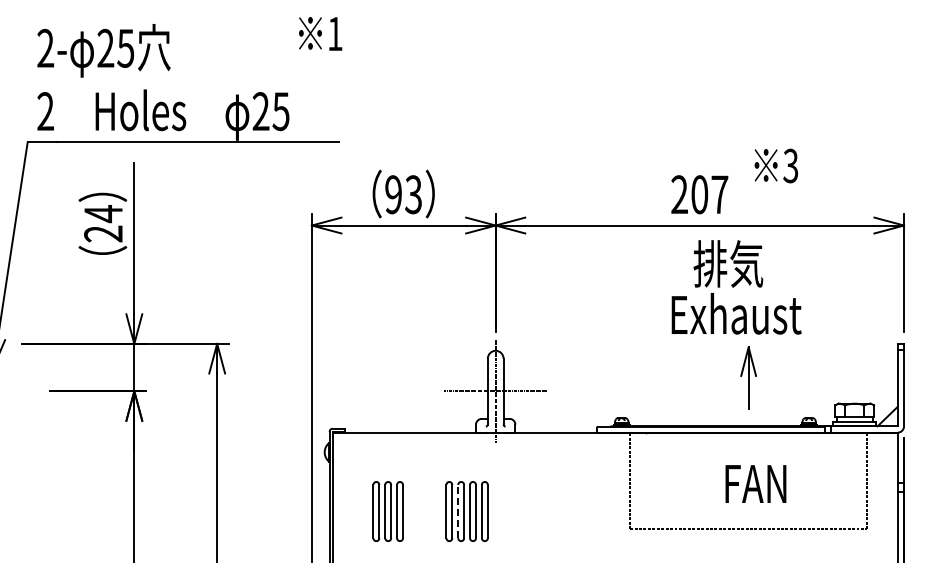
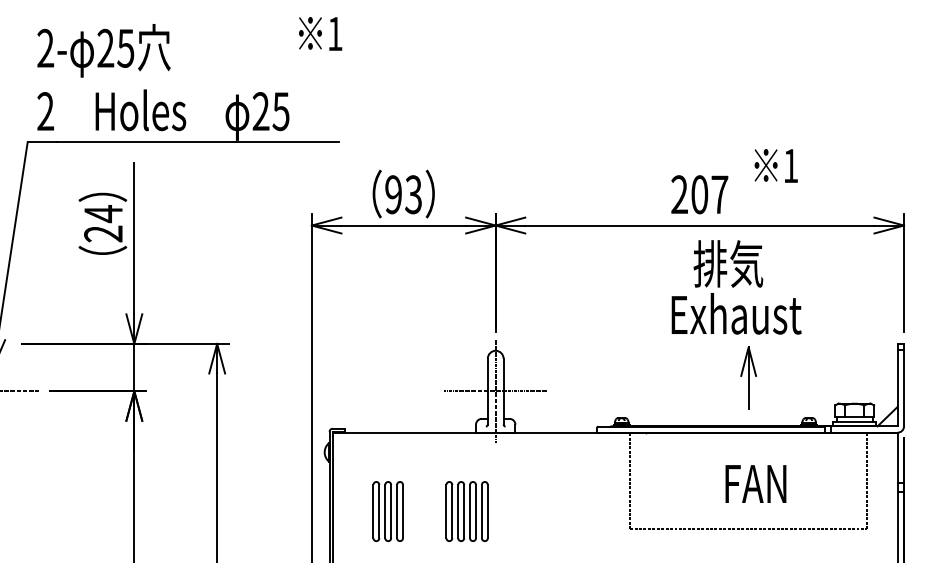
text at (790, 165): 3 -> 1
line at (20, 391): none -> present
line at (458, 511): dashed -> solid
